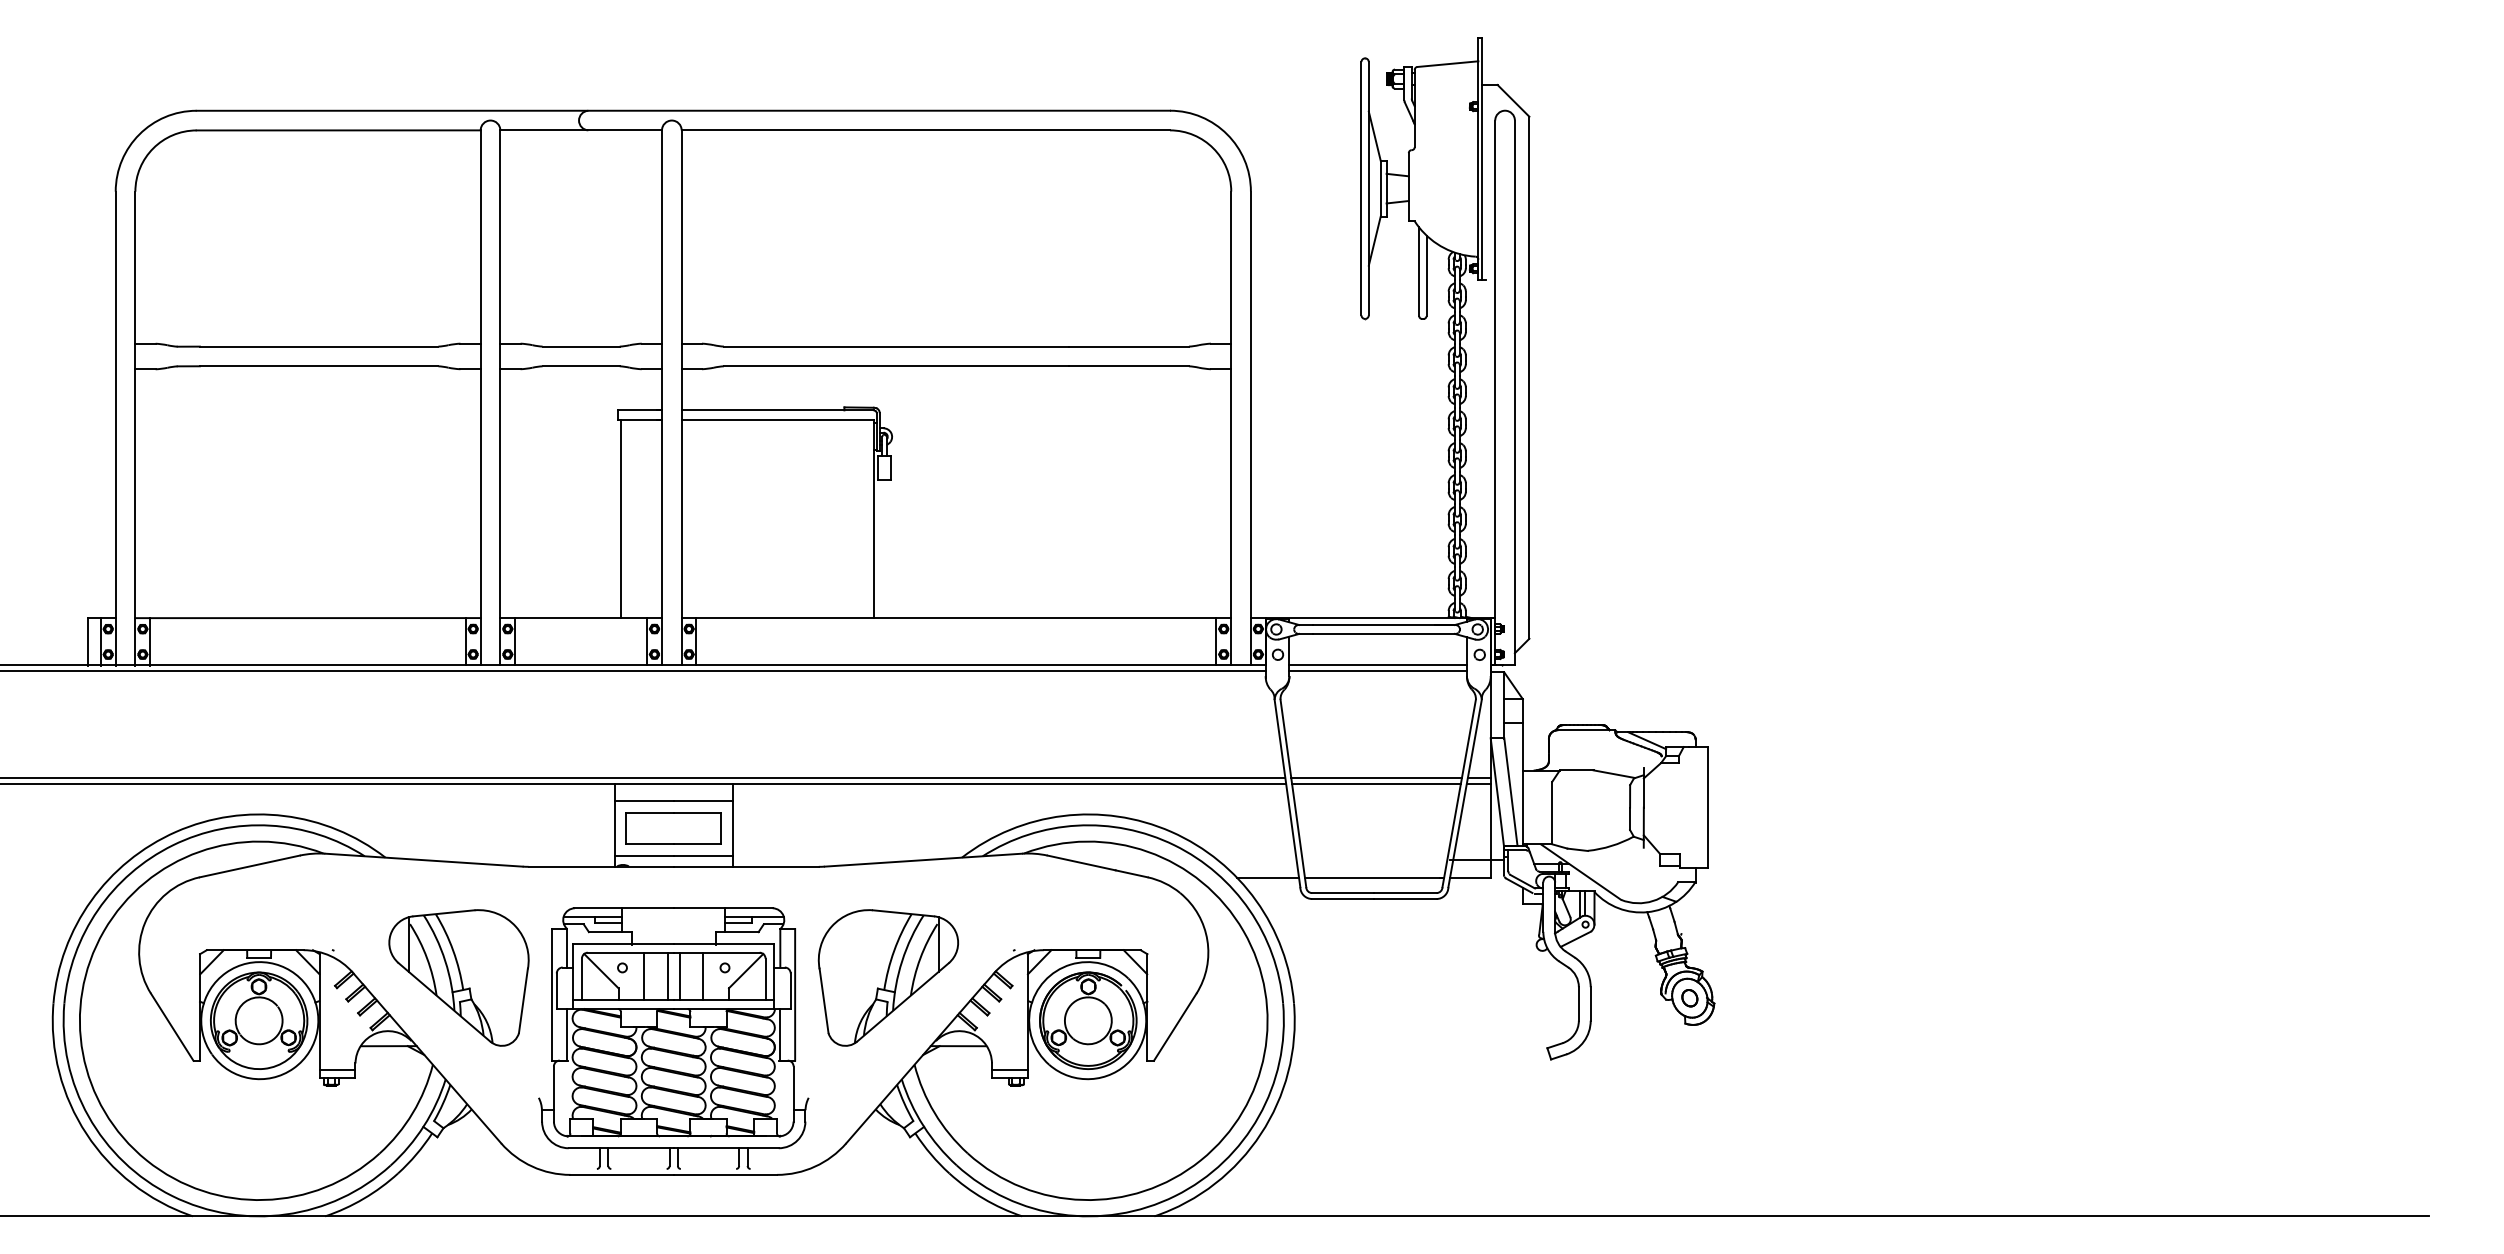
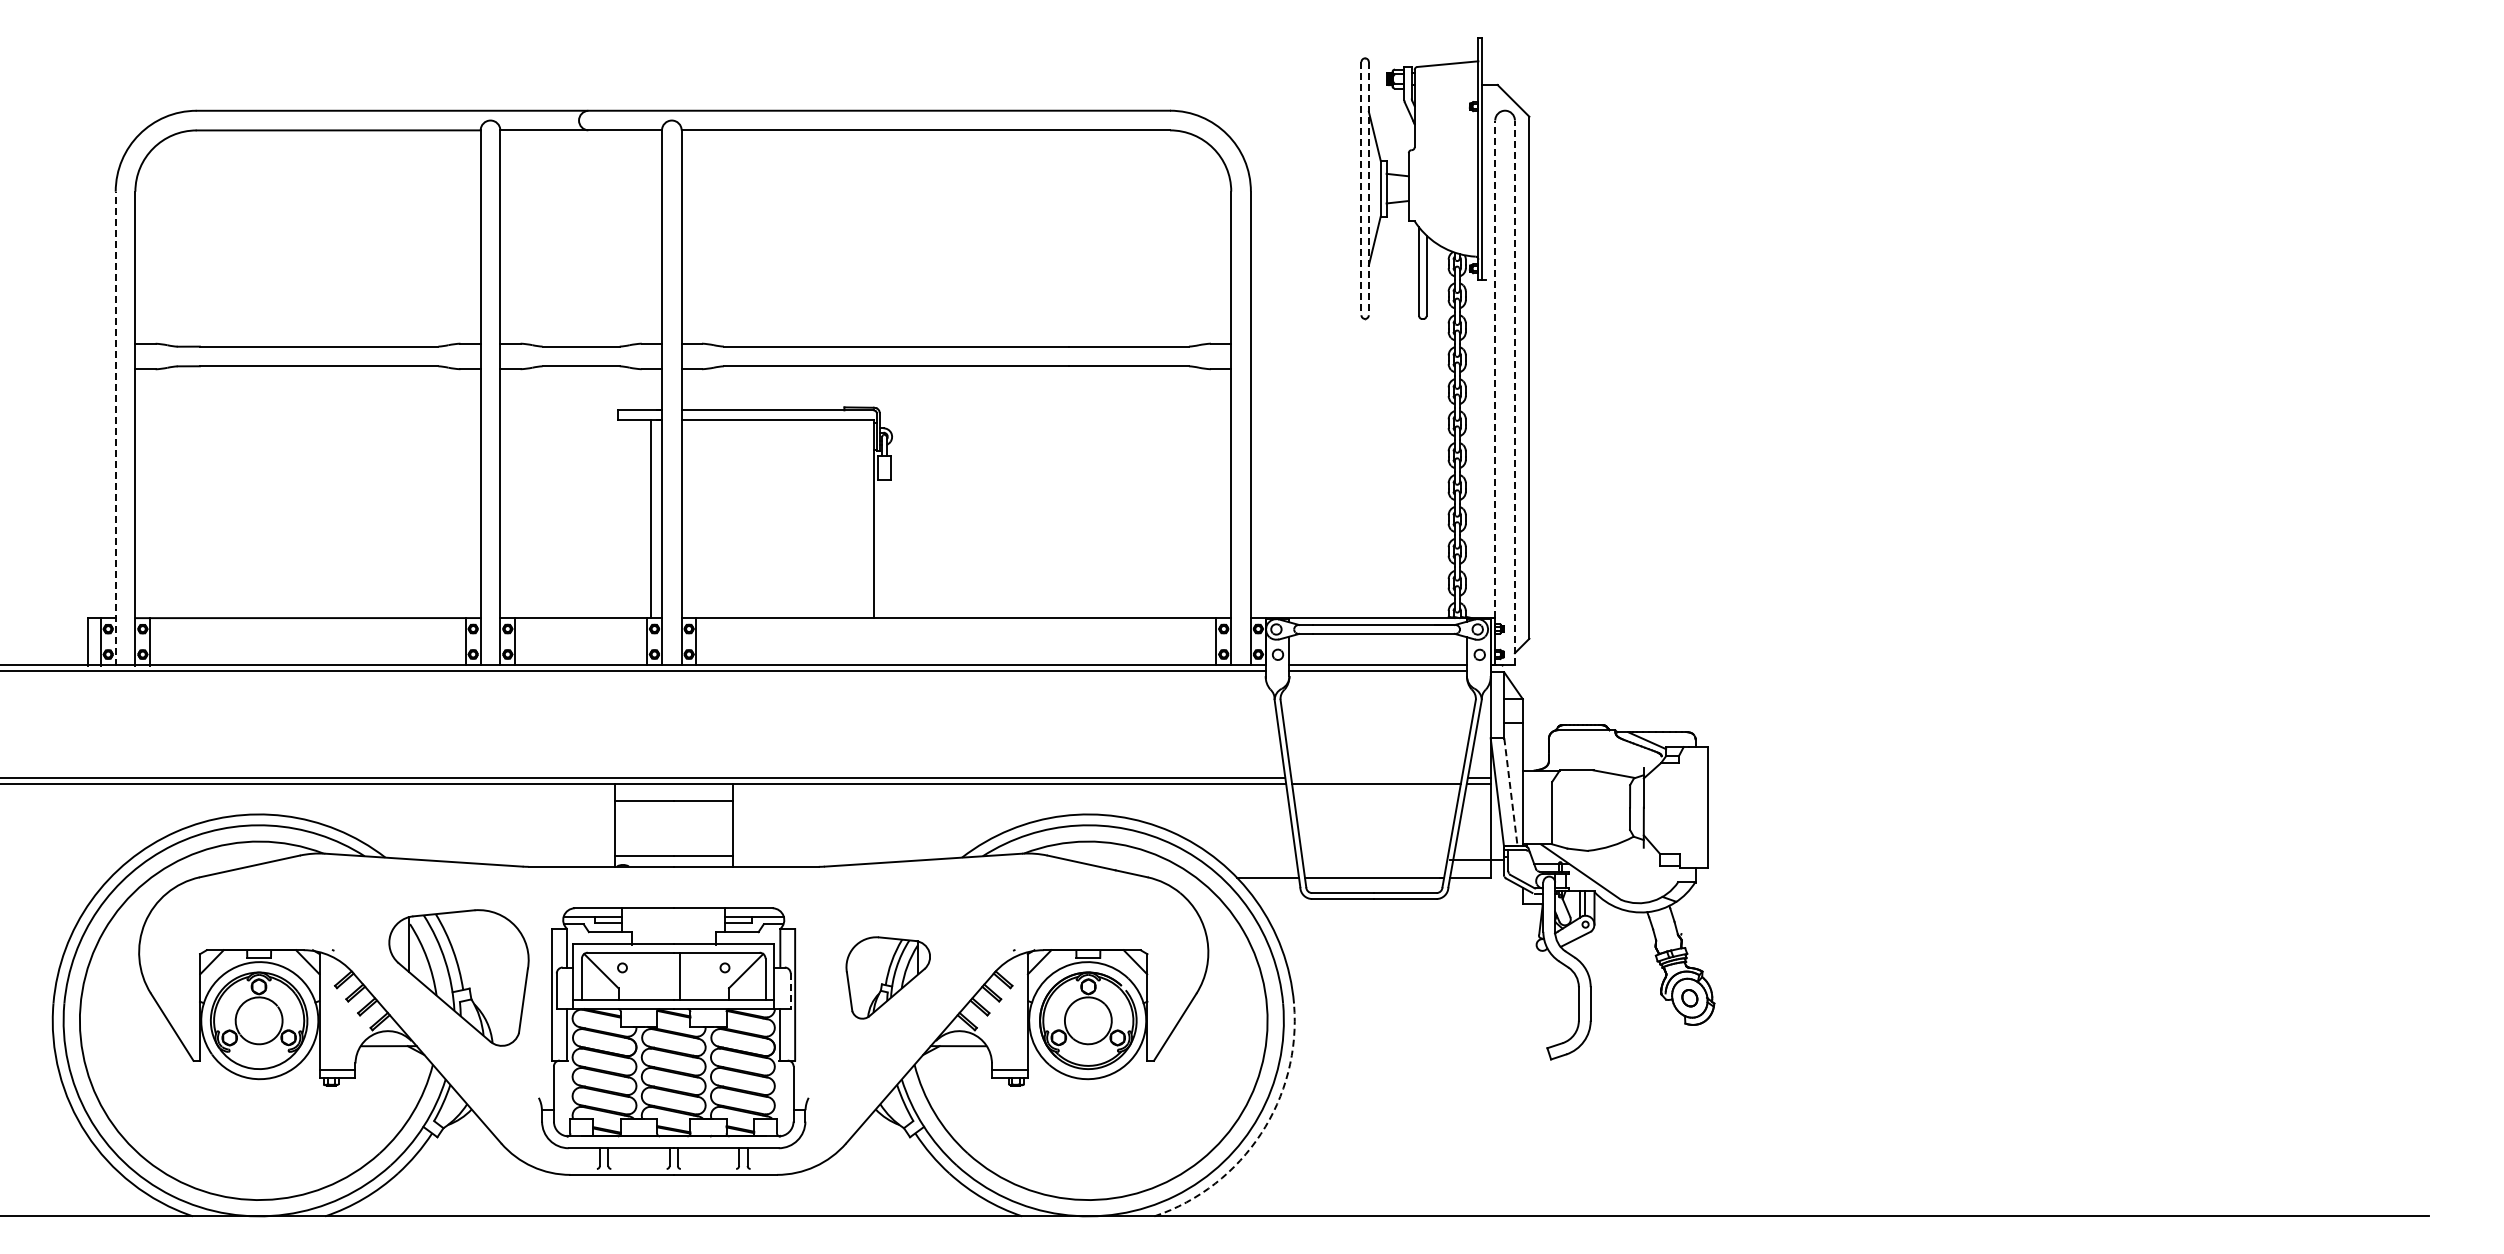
line at (1361, 188): solid -> dashed
line at (1368, 188): solid -> dashed
line at (1495, 369): solid -> dashed
line at (1514, 392): solid -> dashed
line at (115, 428): solid -> dashed
line at (620, 518) position: (620, 518) -> (650, 518)
line at (1376, 778): present -> none
line at (1510, 792): solid -> dashed
part at (673, 828): present -> none
line at (644, 976): present -> none
line at (667, 976): present -> none
line at (703, 976): present -> none
part at (887, 977) size: 142x138 px -> 86x84 px
line at (790, 991): solid -> dashed
arc at (1260, 1134): solid -> dashed
